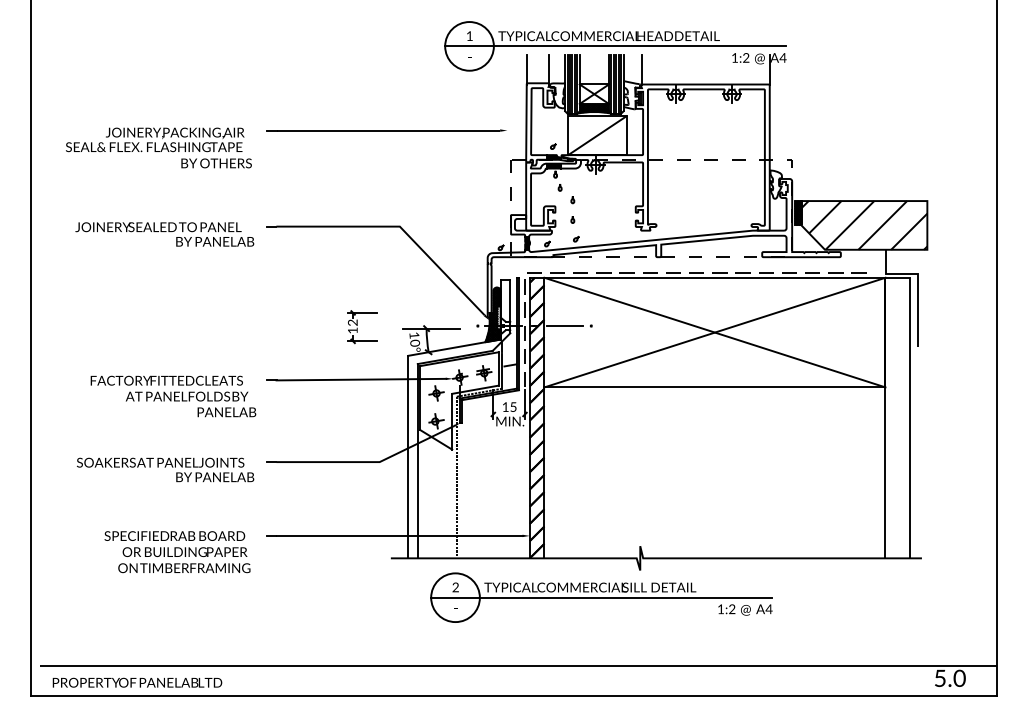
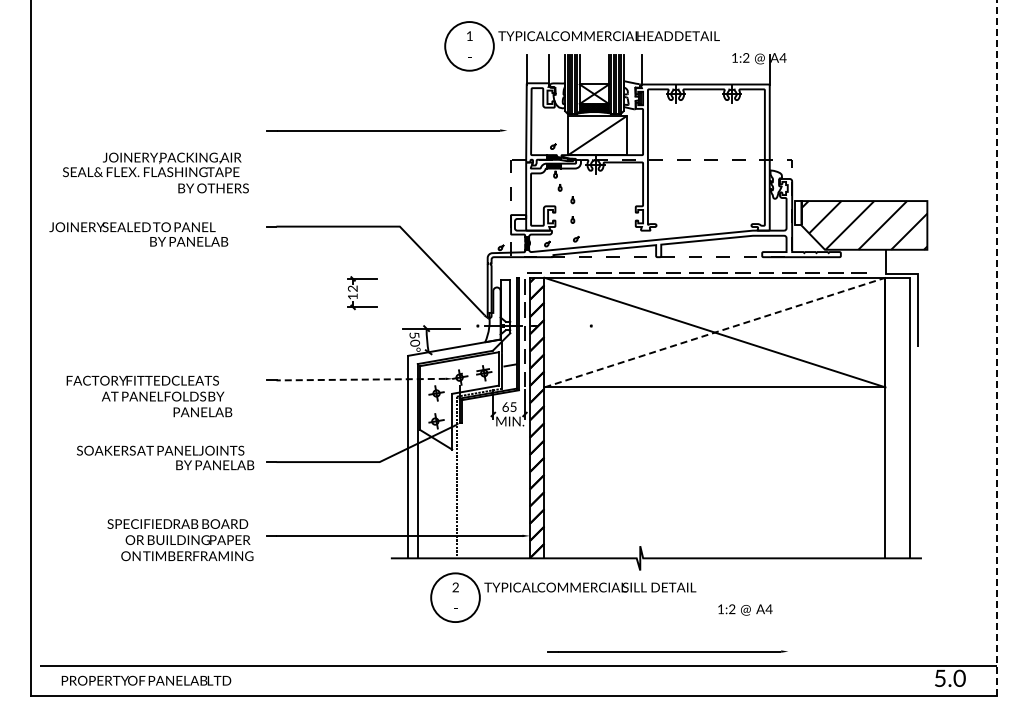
line at (615, 46): present -> none
text at (158, 147) position: (158, 147) -> (155, 172)
hatch at (798, 213): present -> none
text at (164, 234) position: (164, 234) -> (138, 234)
hatch at (492, 314): present -> none
line at (564, 326): present -> none
part at (362, 327) position: (362, 327) -> (362, 293)
line at (715, 332): solid -> dashed
text at (414, 335): 10° -> 50°
line at (997, 348): solid -> dashed
line at (361, 379): solid -> dashed
text at (173, 396) position: (173, 396) -> (149, 396)
text at (505, 406): 15 -> 65
text at (165, 469) position: (165, 469) -> (165, 457)
text at (177, 552) position: (177, 552) -> (180, 540)
line at (601, 597): present -> none
line at (667, 651): none -> present
text at (137, 682) position: (137, 682) -> (146, 680)
